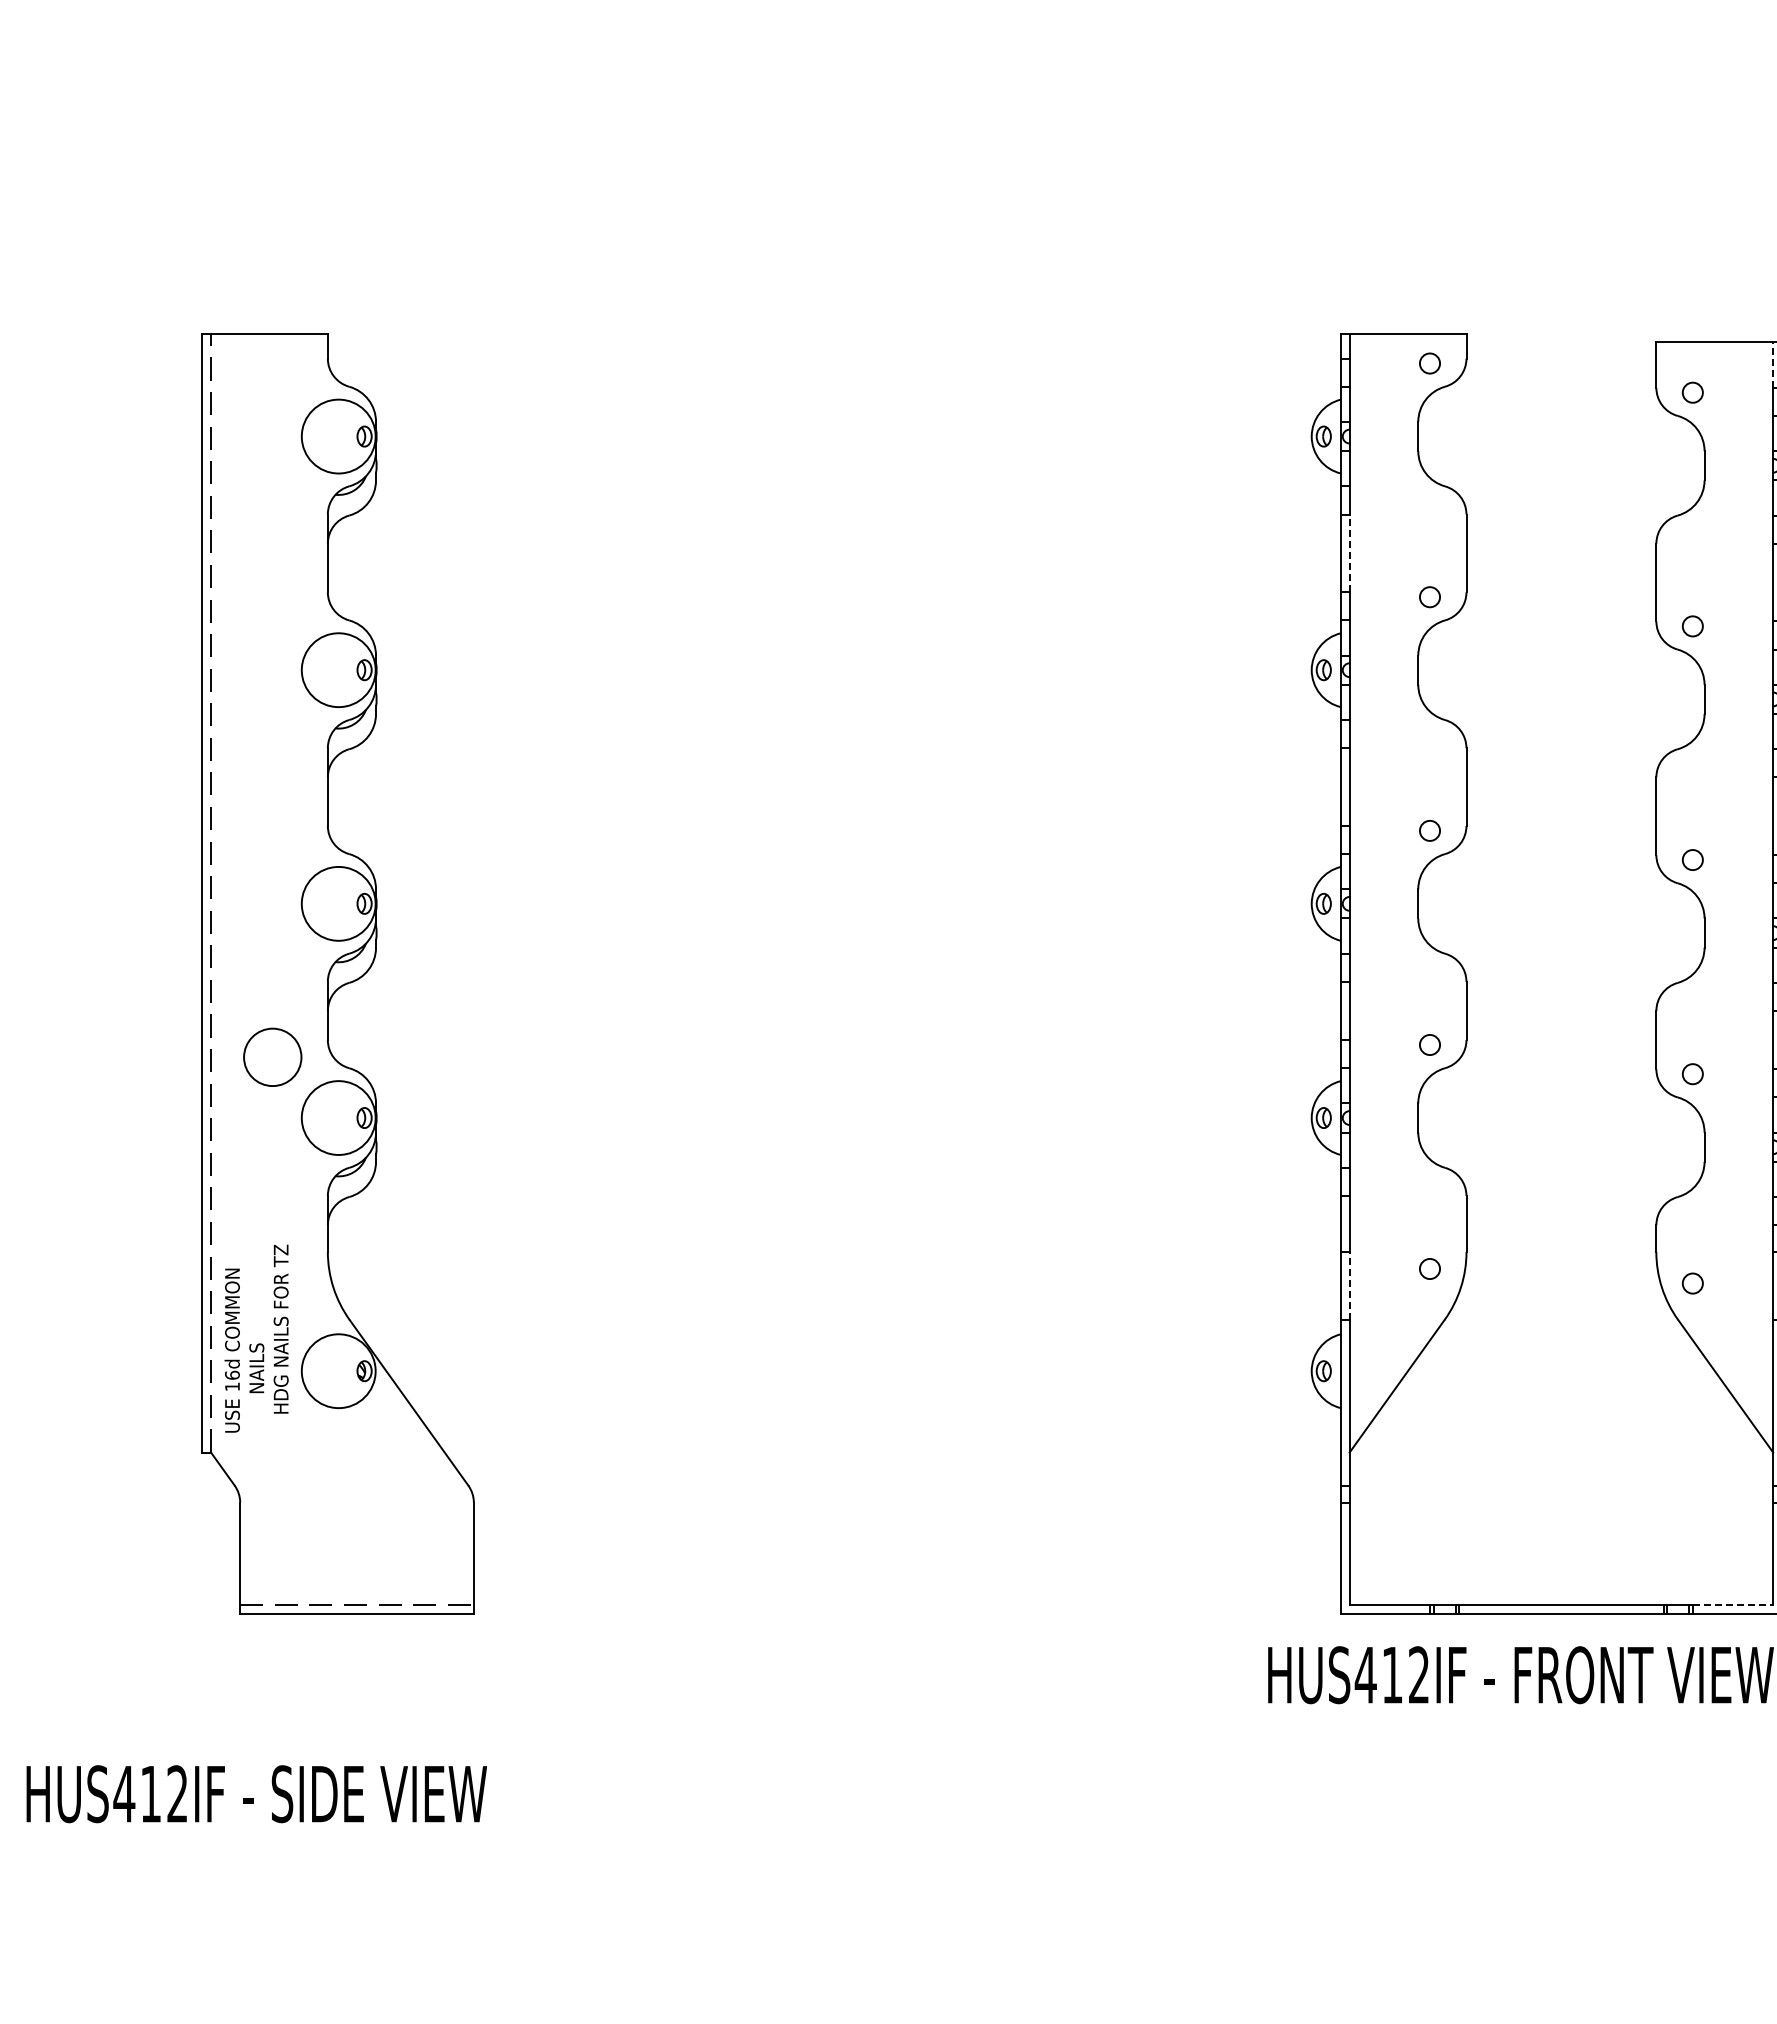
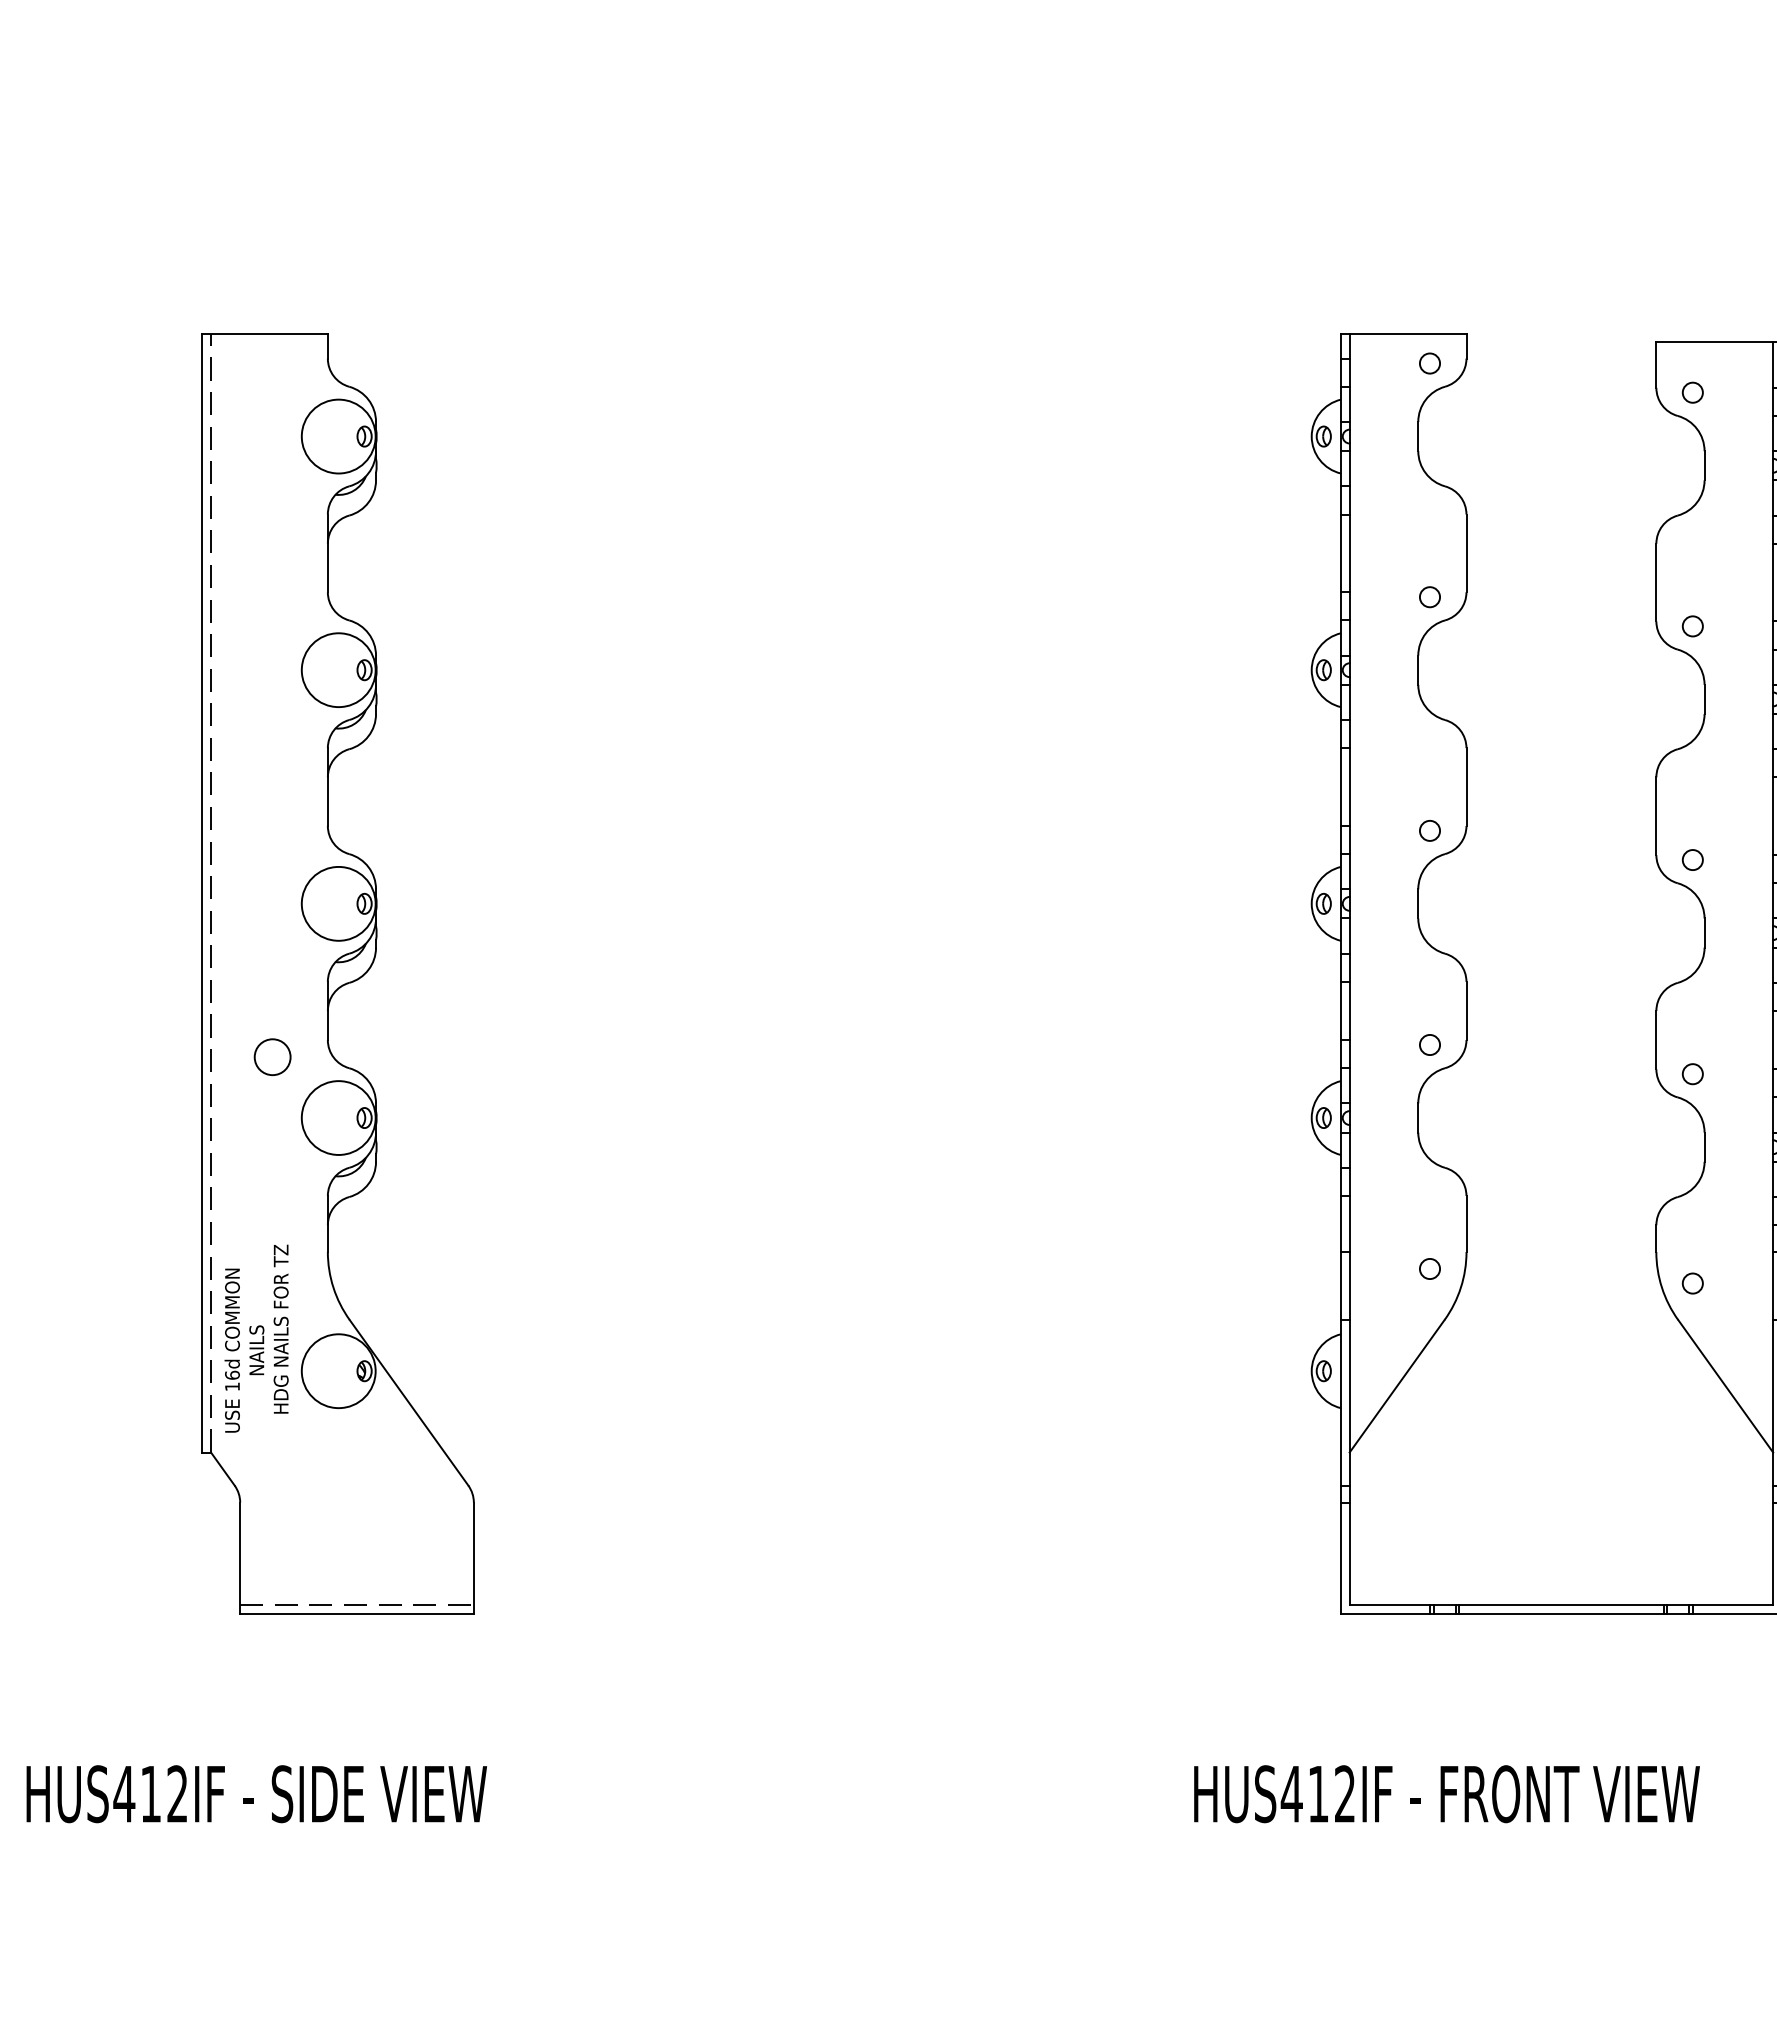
line at (1773, 364): dashed -> solid
line at (1349, 553): dashed -> solid
circle at (272, 1056) size: 60x60 px -> 39x38 px
line at (1349, 1285): dashed -> solid
text at (256, 1368) position: (256, 1368) -> (256, 1350)
line at (1733, 1604): dashed -> solid
text at (1520, 1675) position: (1520, 1675) -> (1446, 1794)
